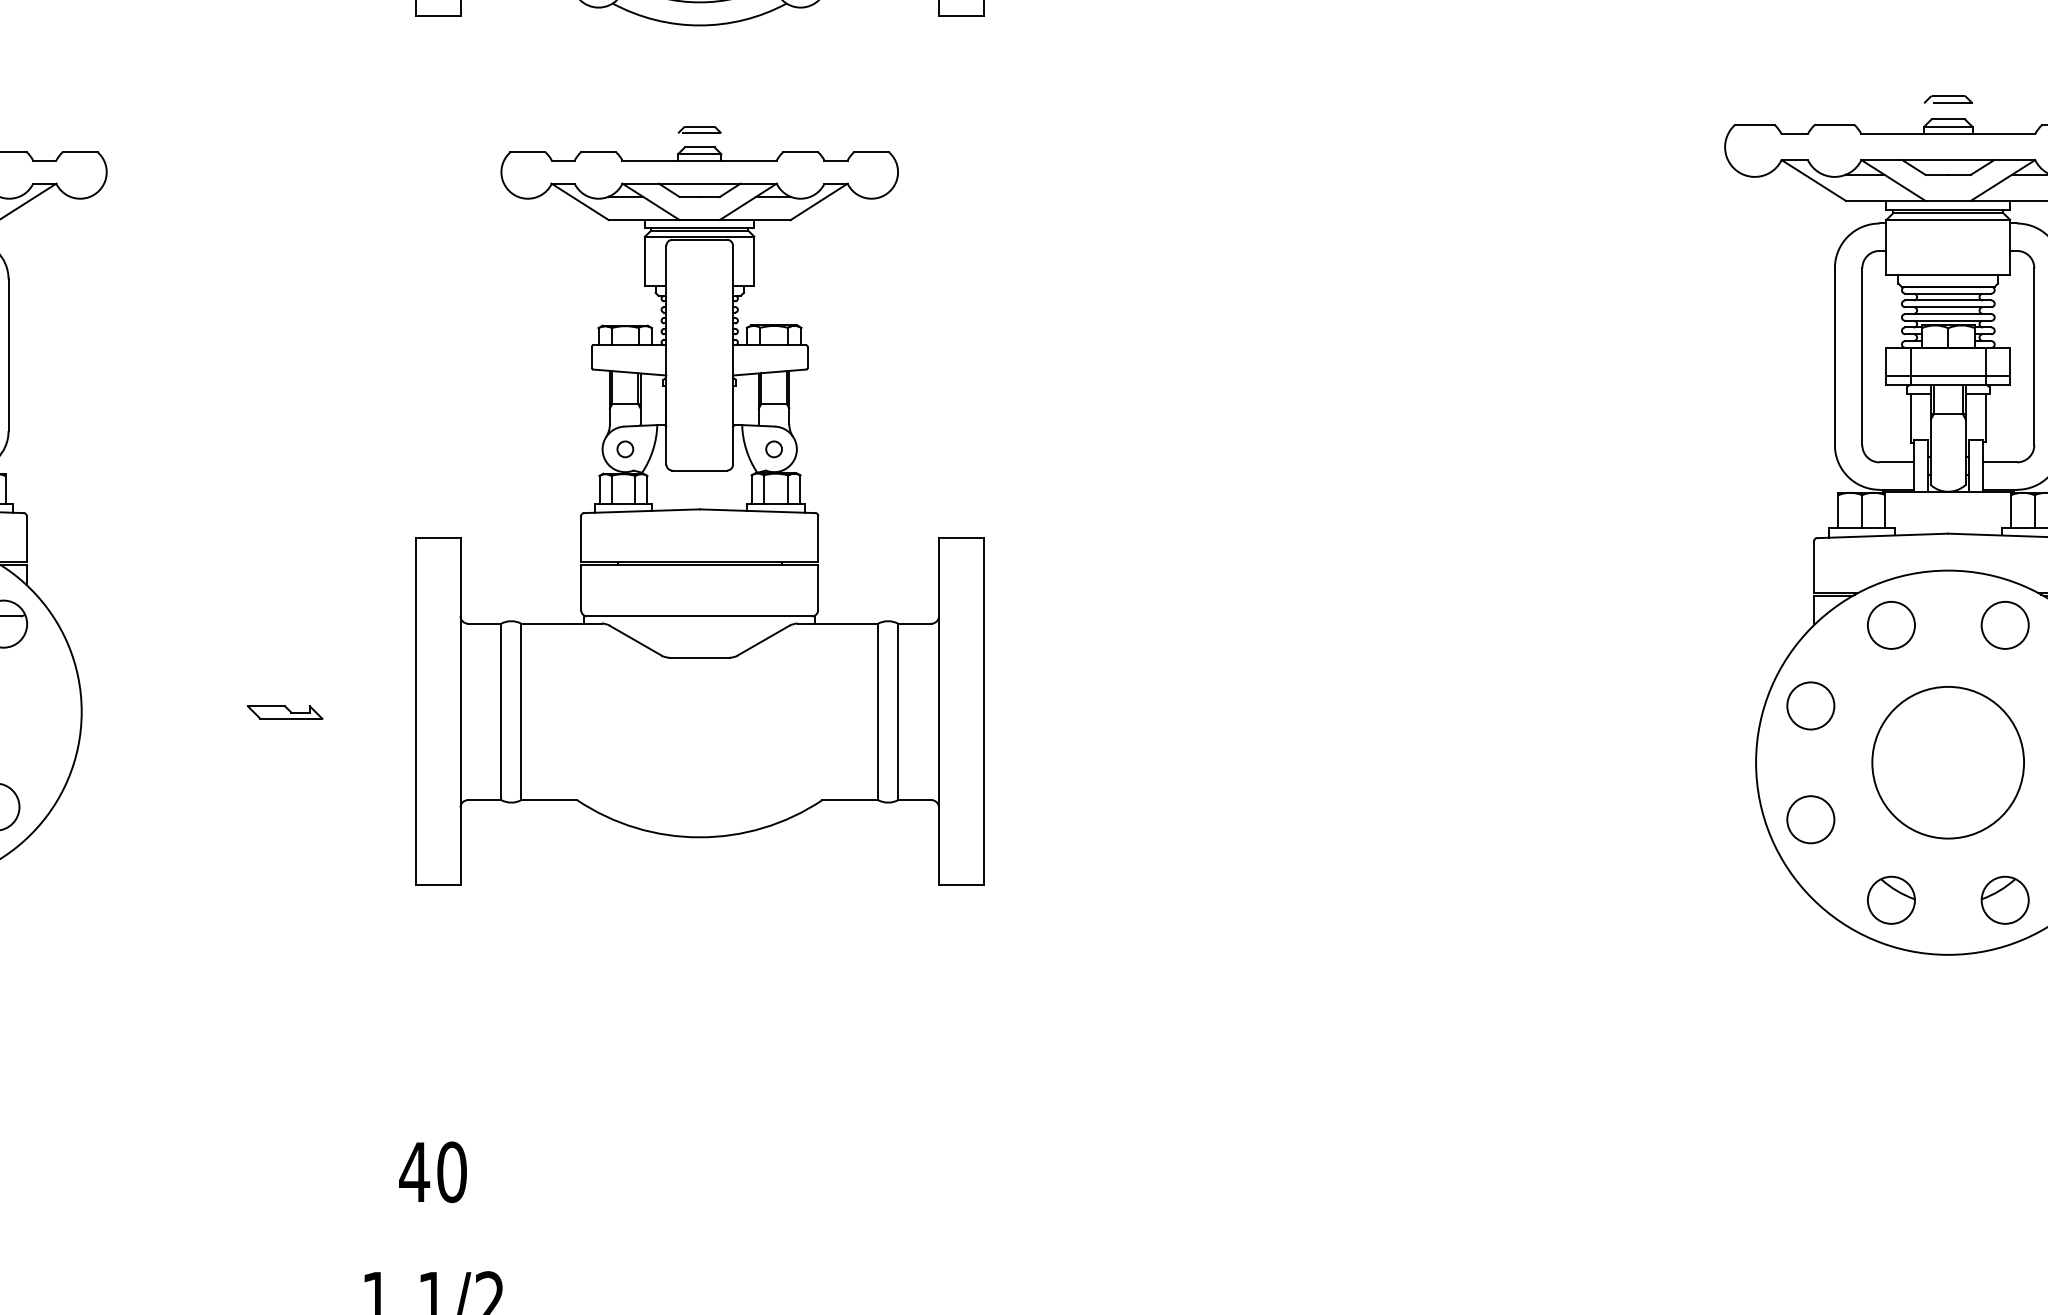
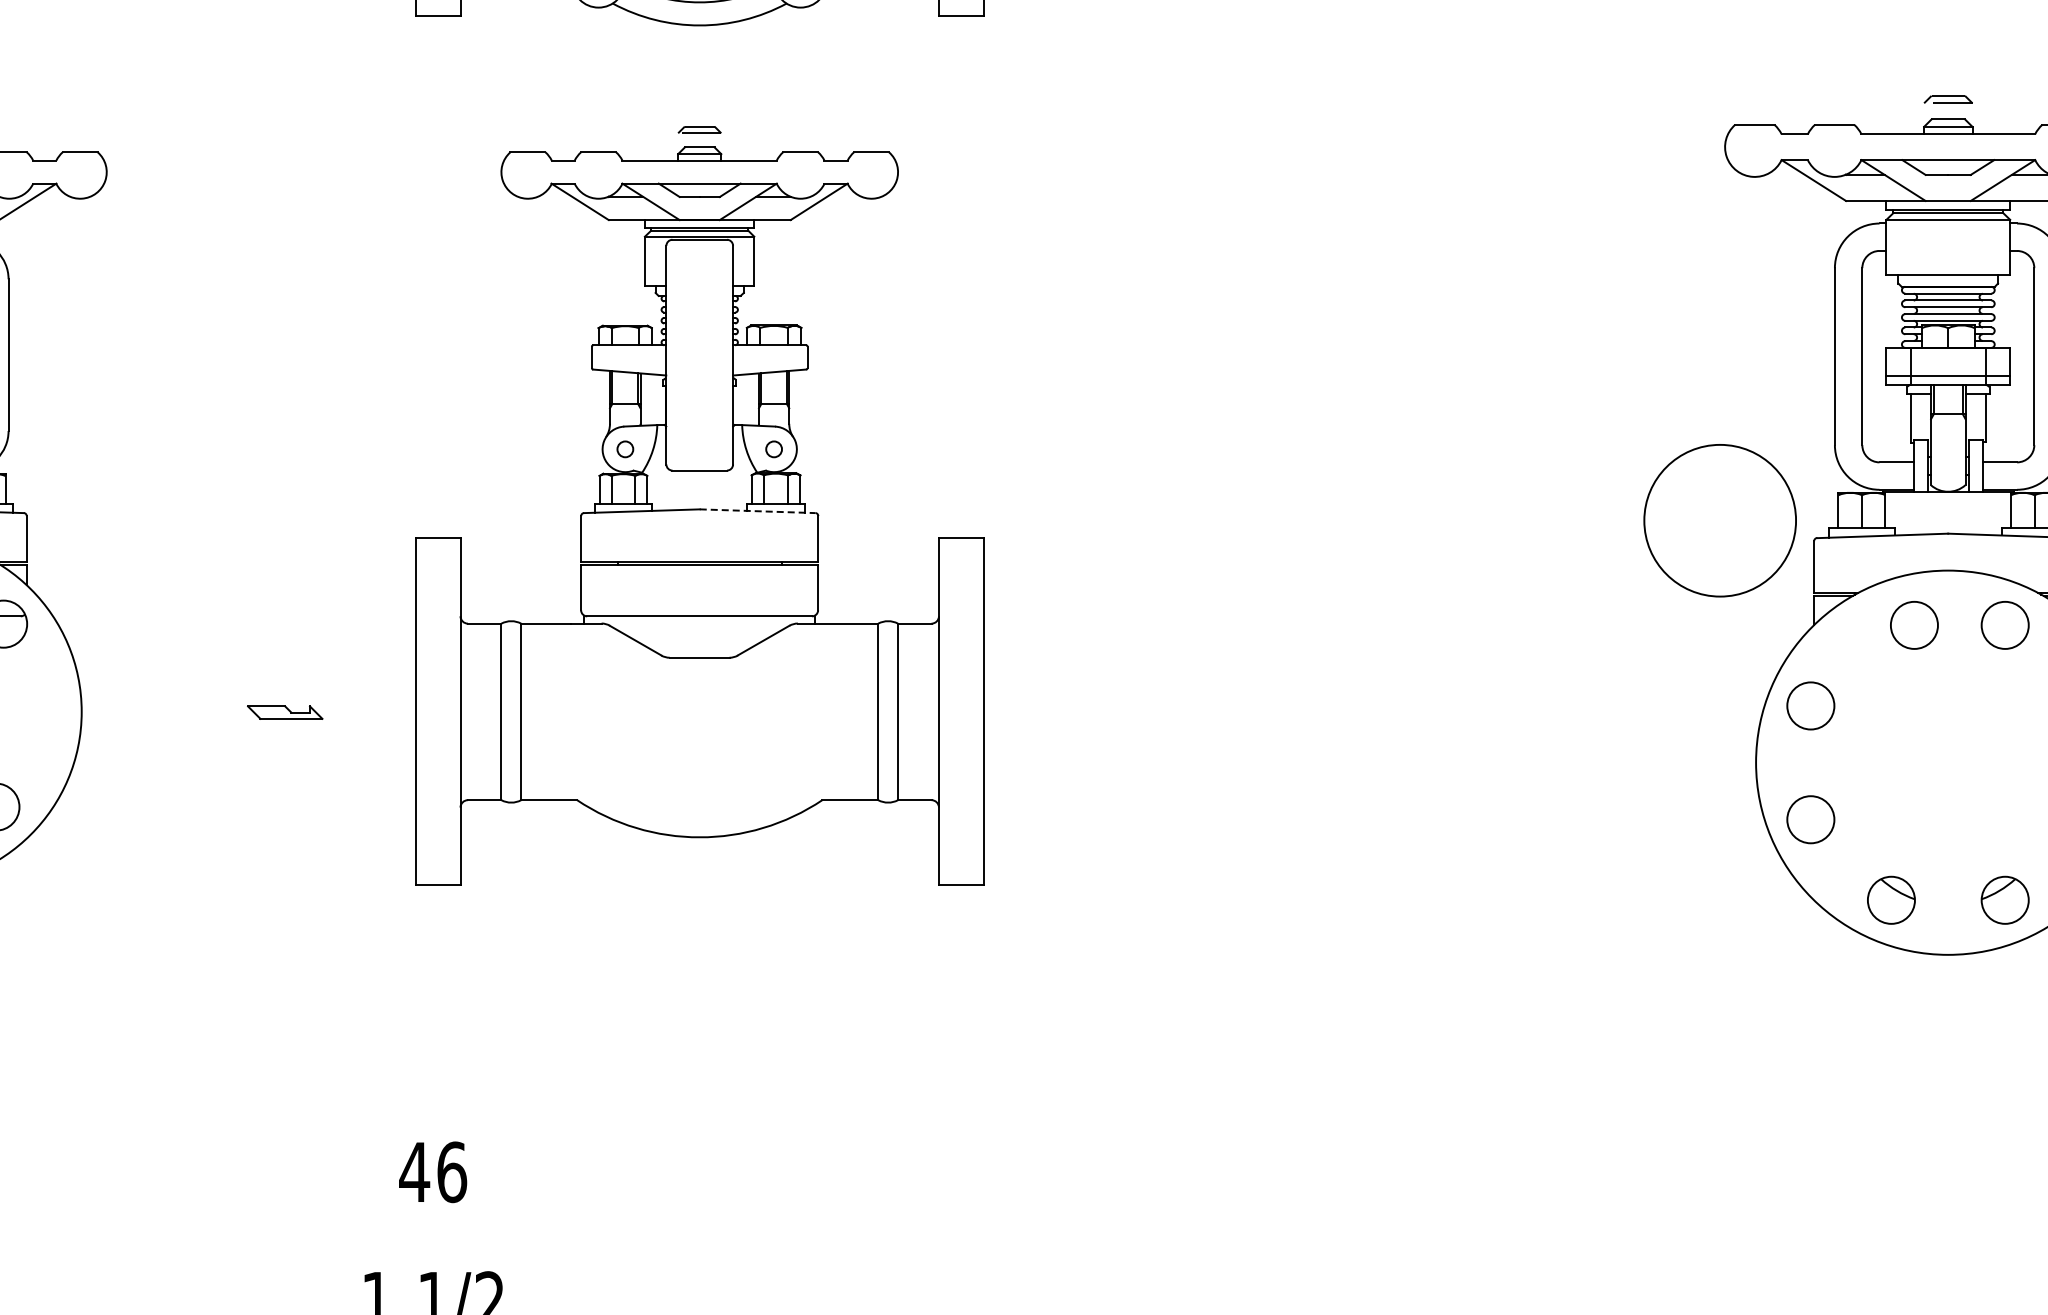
line at (757, 511): solid -> dashed
circle at (1891, 625) position: (1891, 625) -> (1914, 625)
circle at (1947, 762) position: (1947, 762) -> (1719, 520)
text at (452, 1171): 40 -> 46
